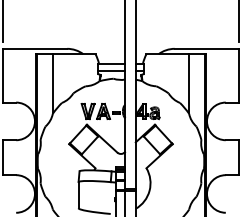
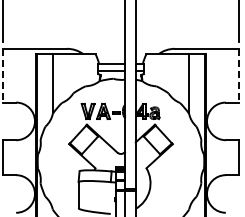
line at (2, 75): solid -> dashed
line at (239, 75): solid -> dashed
